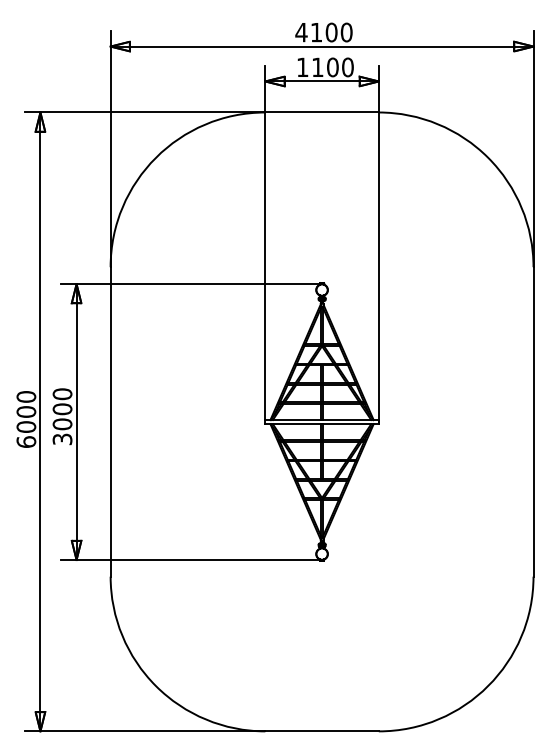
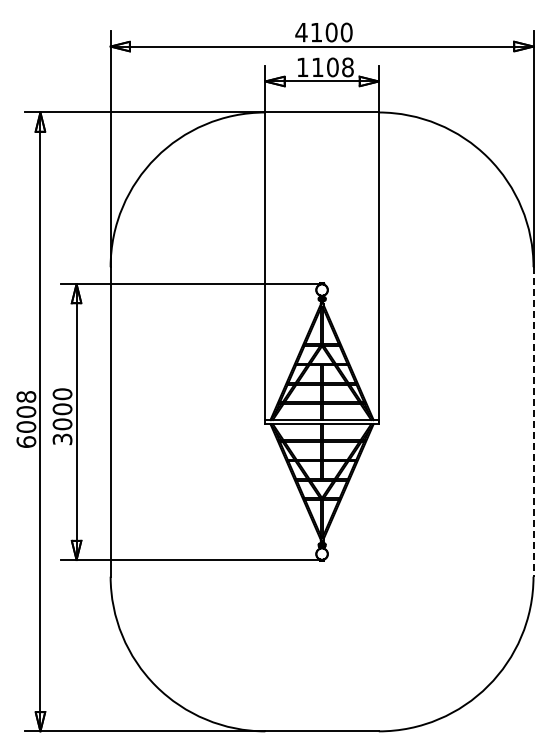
text at (347, 67): 1100 -> 1108
text at (26, 396): 6000 -> 6008
line at (533, 421): solid -> dashed
